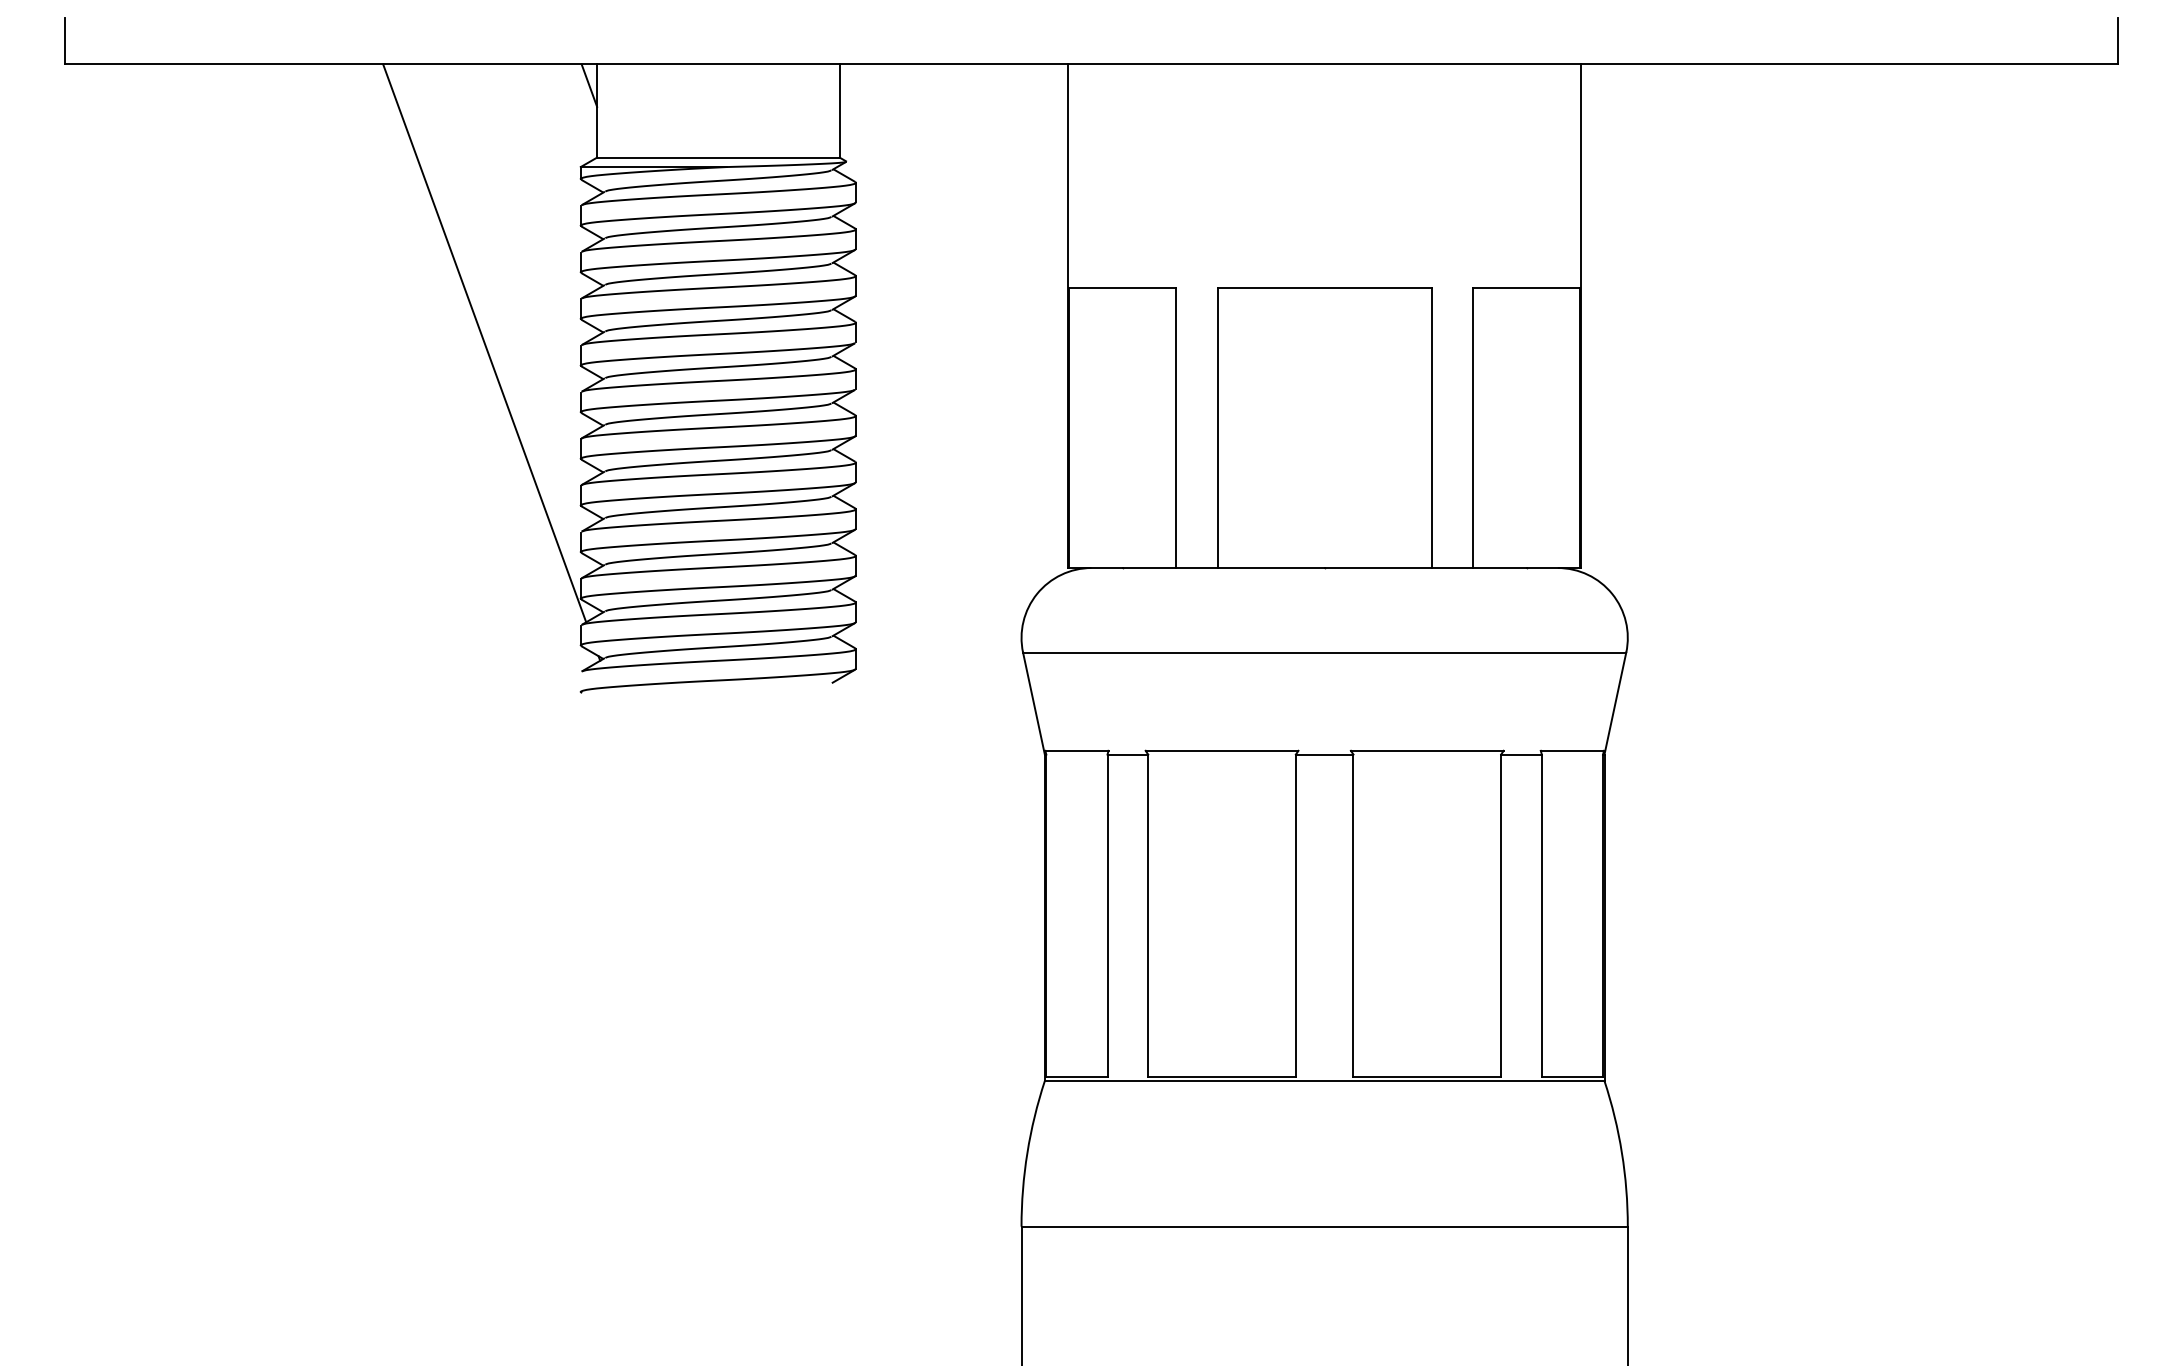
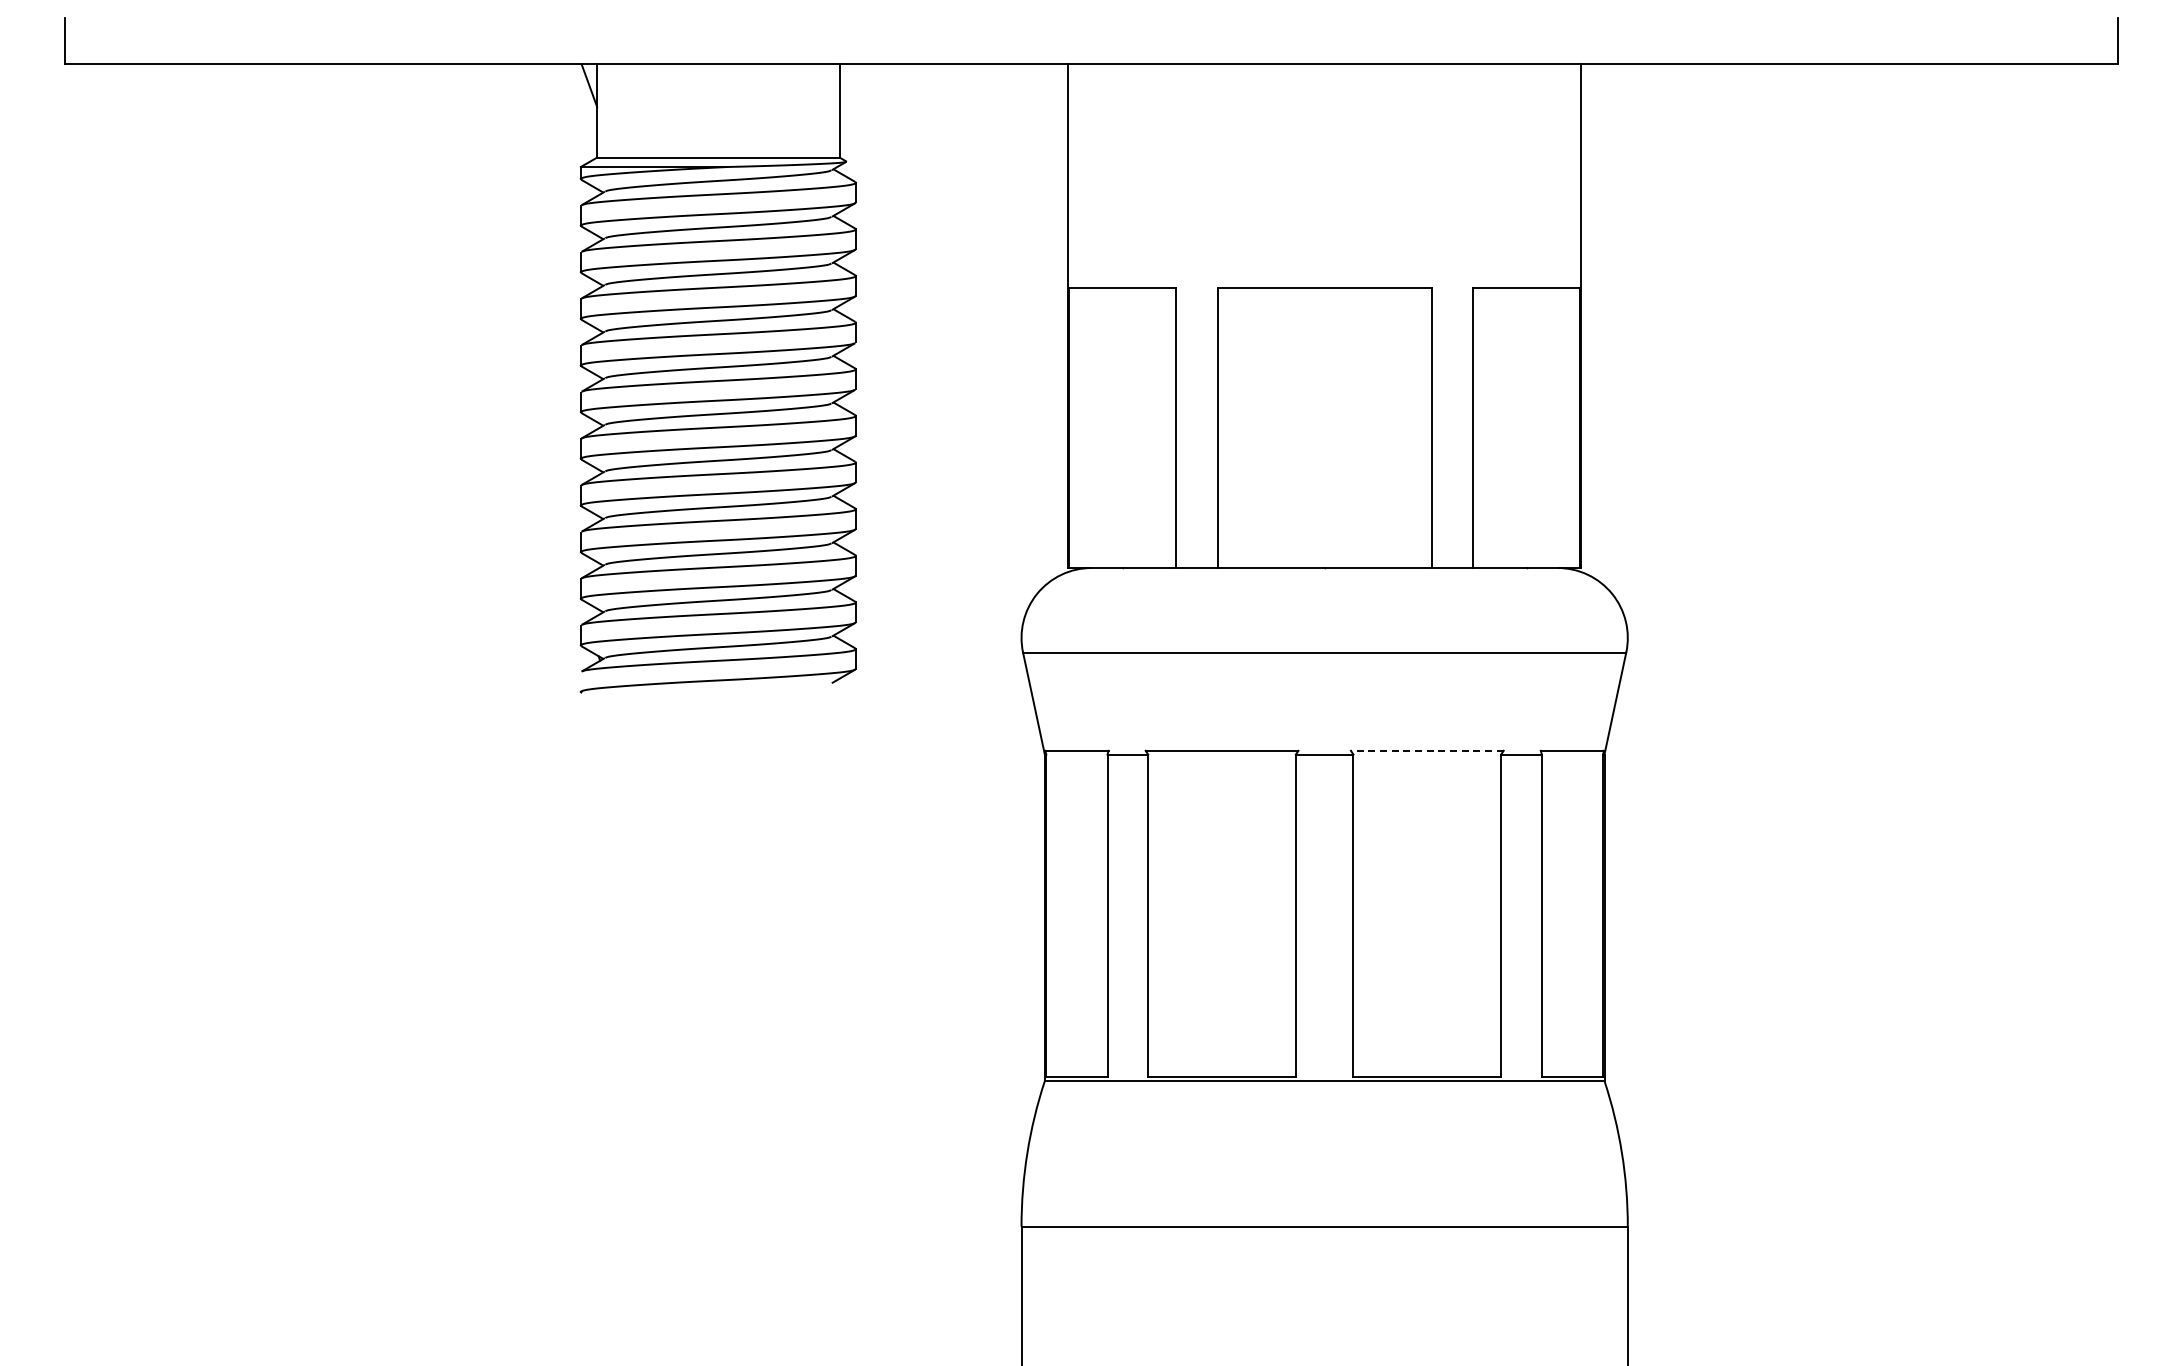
line at (484, 343): present -> none
line at (1426, 750): solid -> dashed
